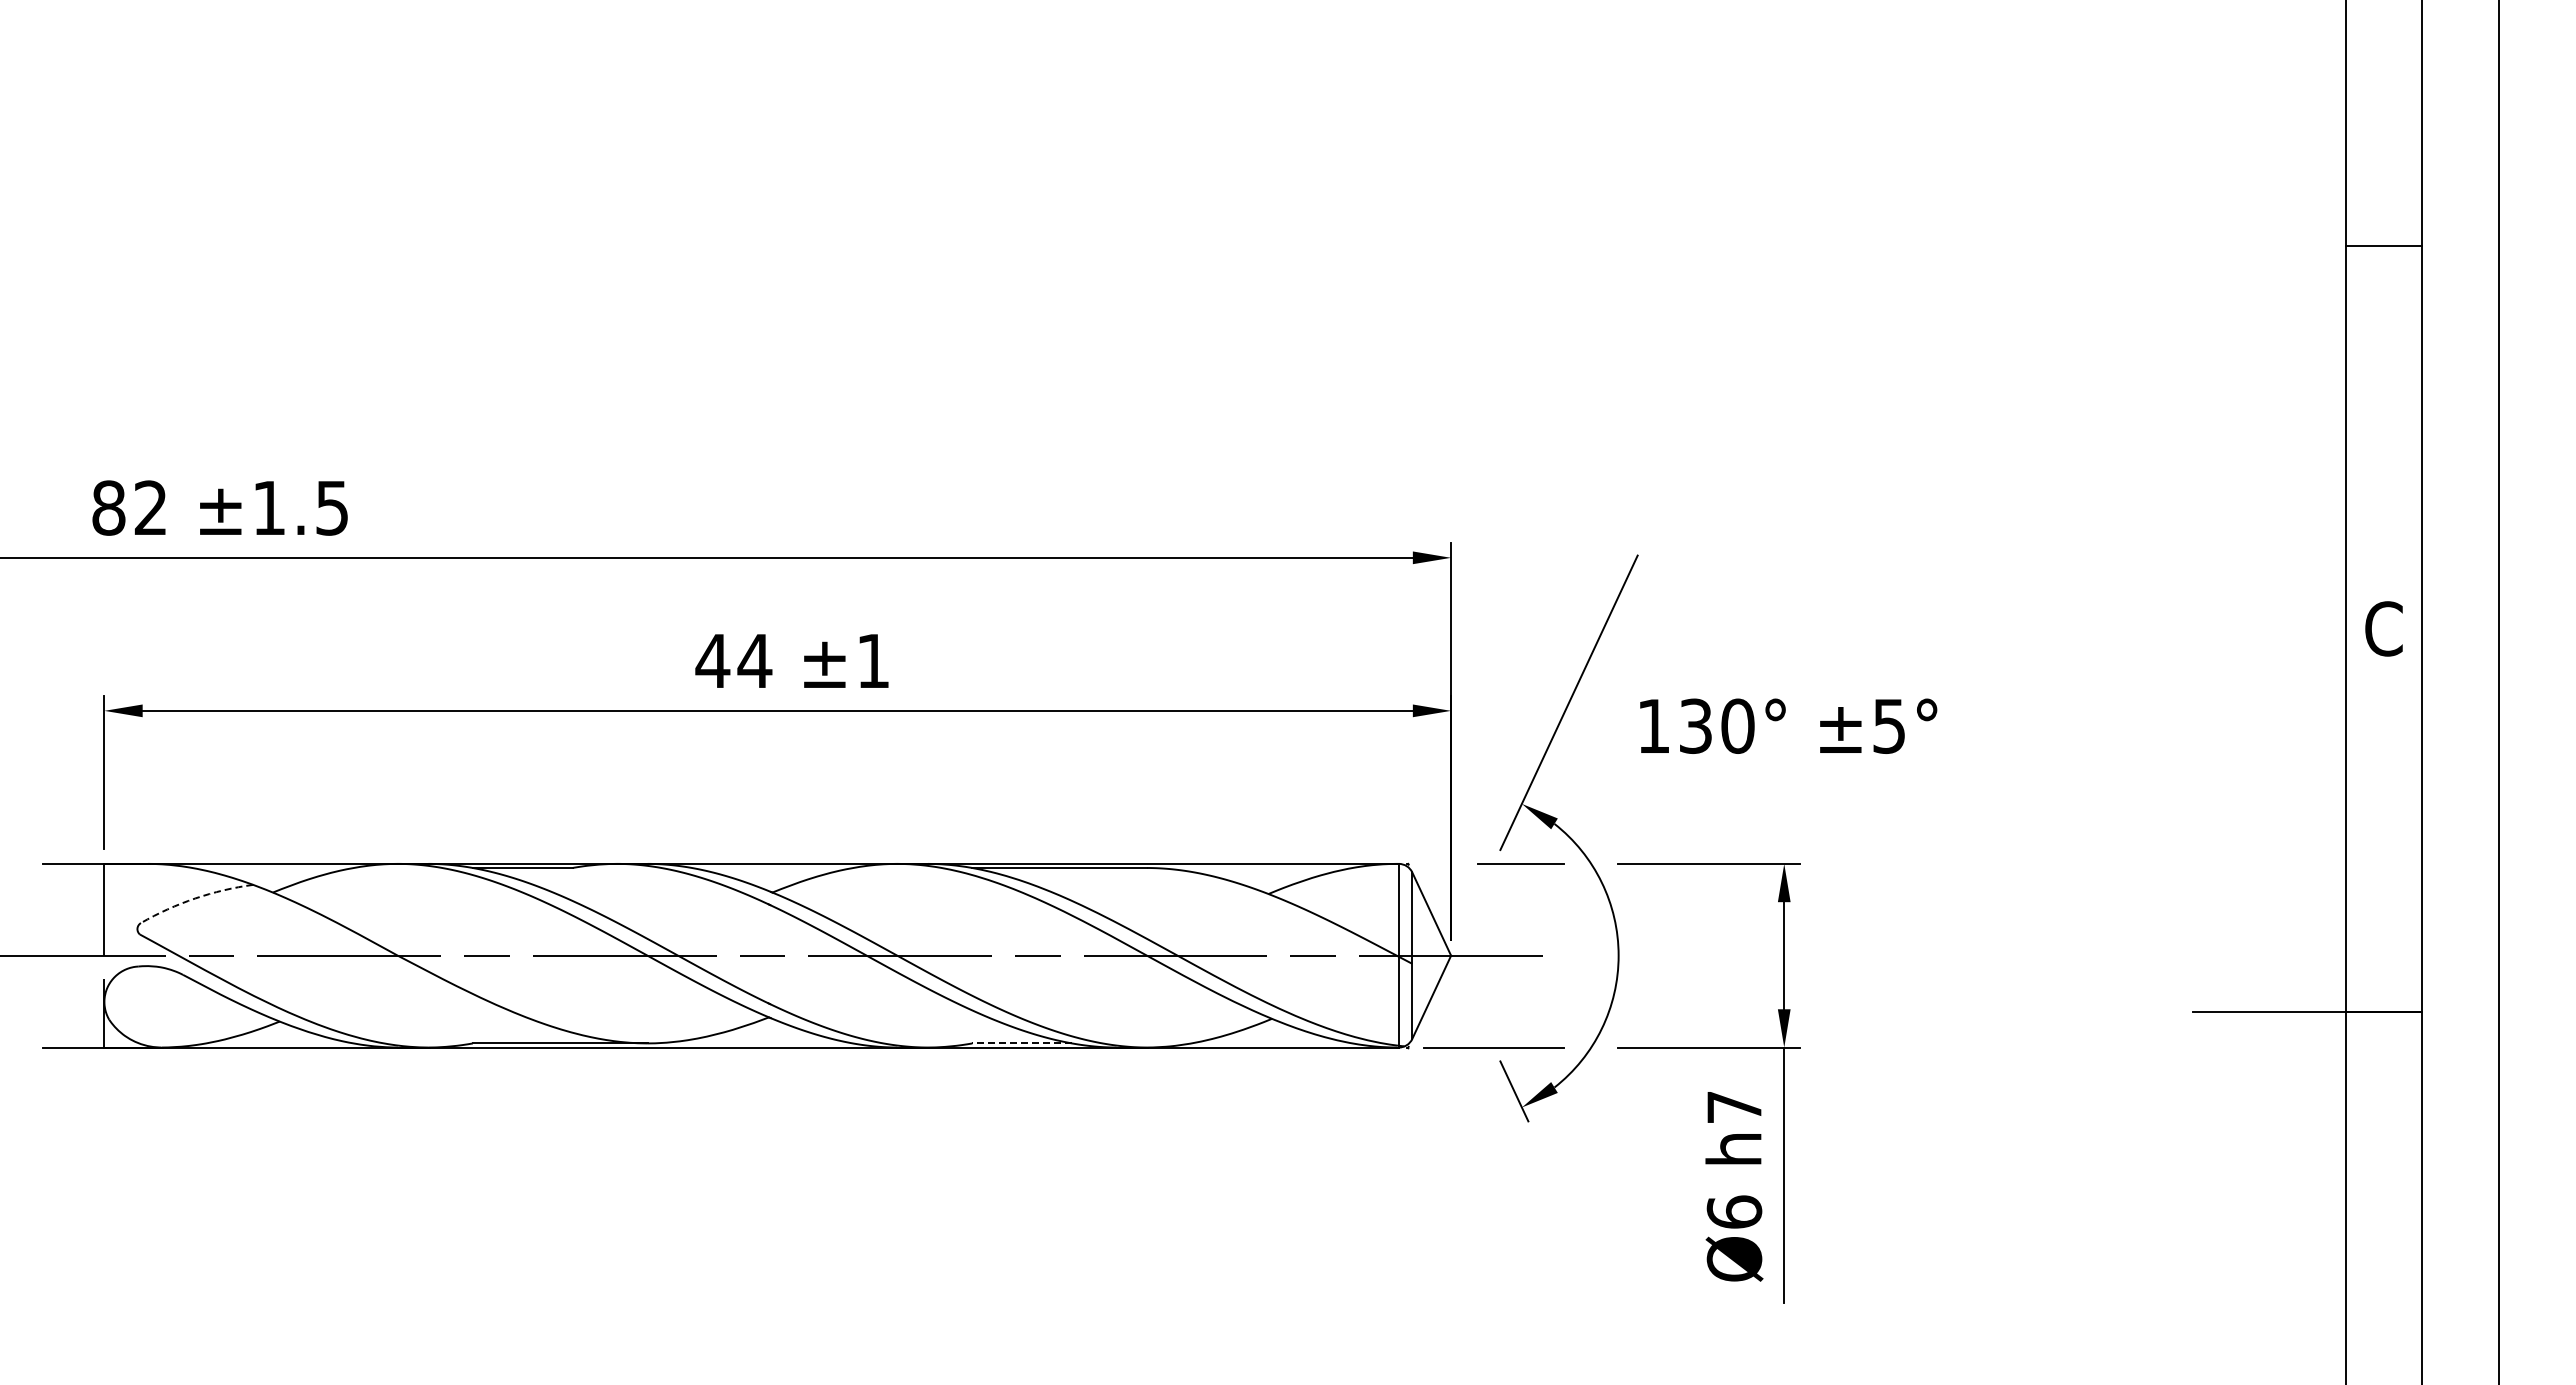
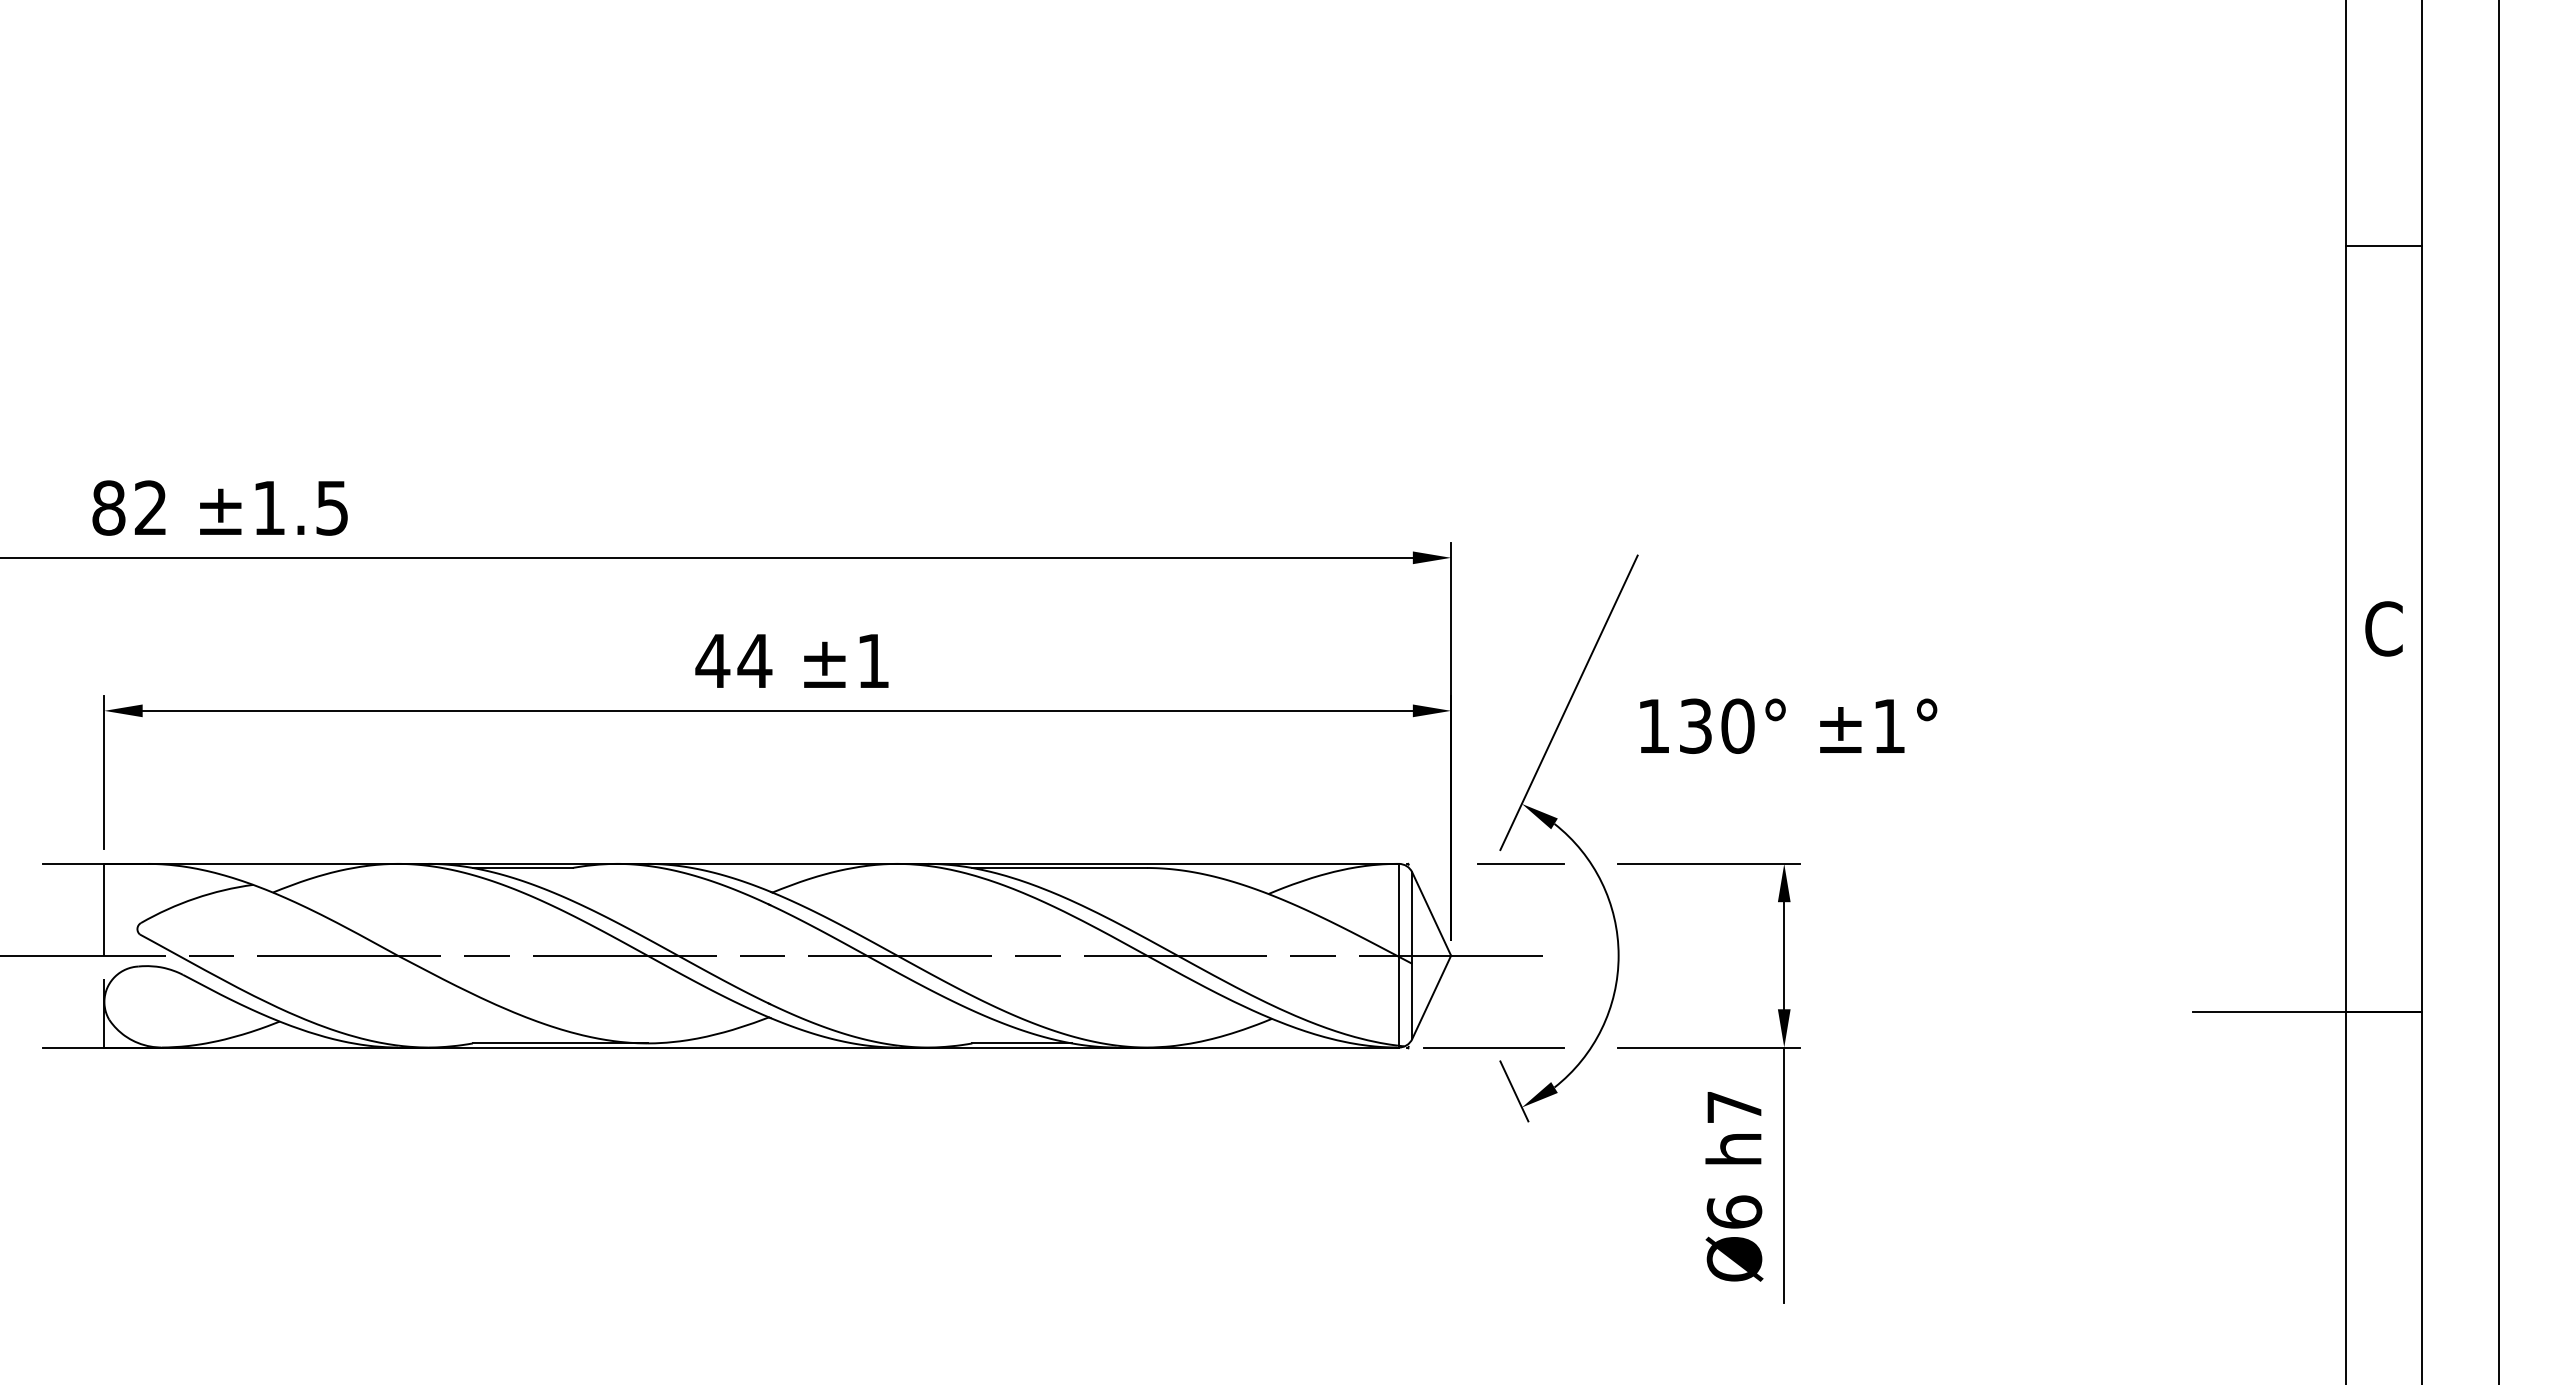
text at (1888, 726): ±5° -> ±1°
arc at (195, 898): dashed -> solid
line at (1022, 1043): dashed -> solid
